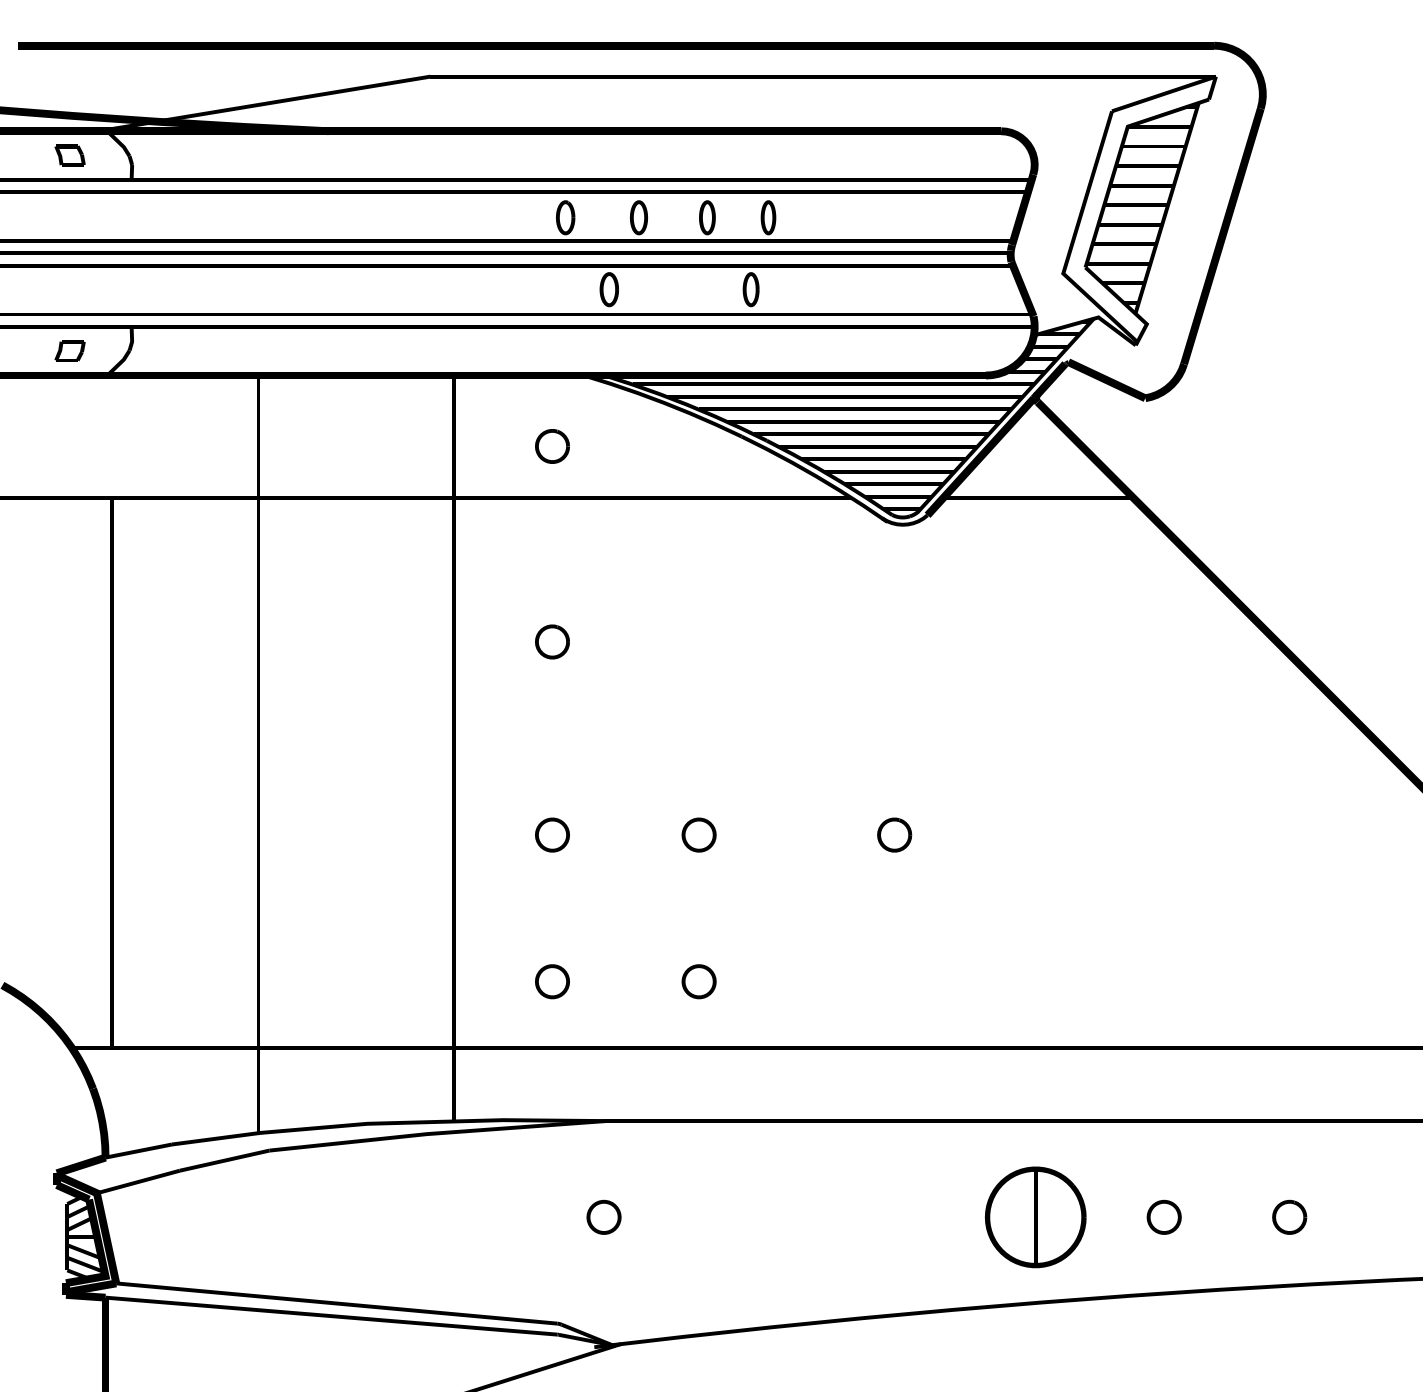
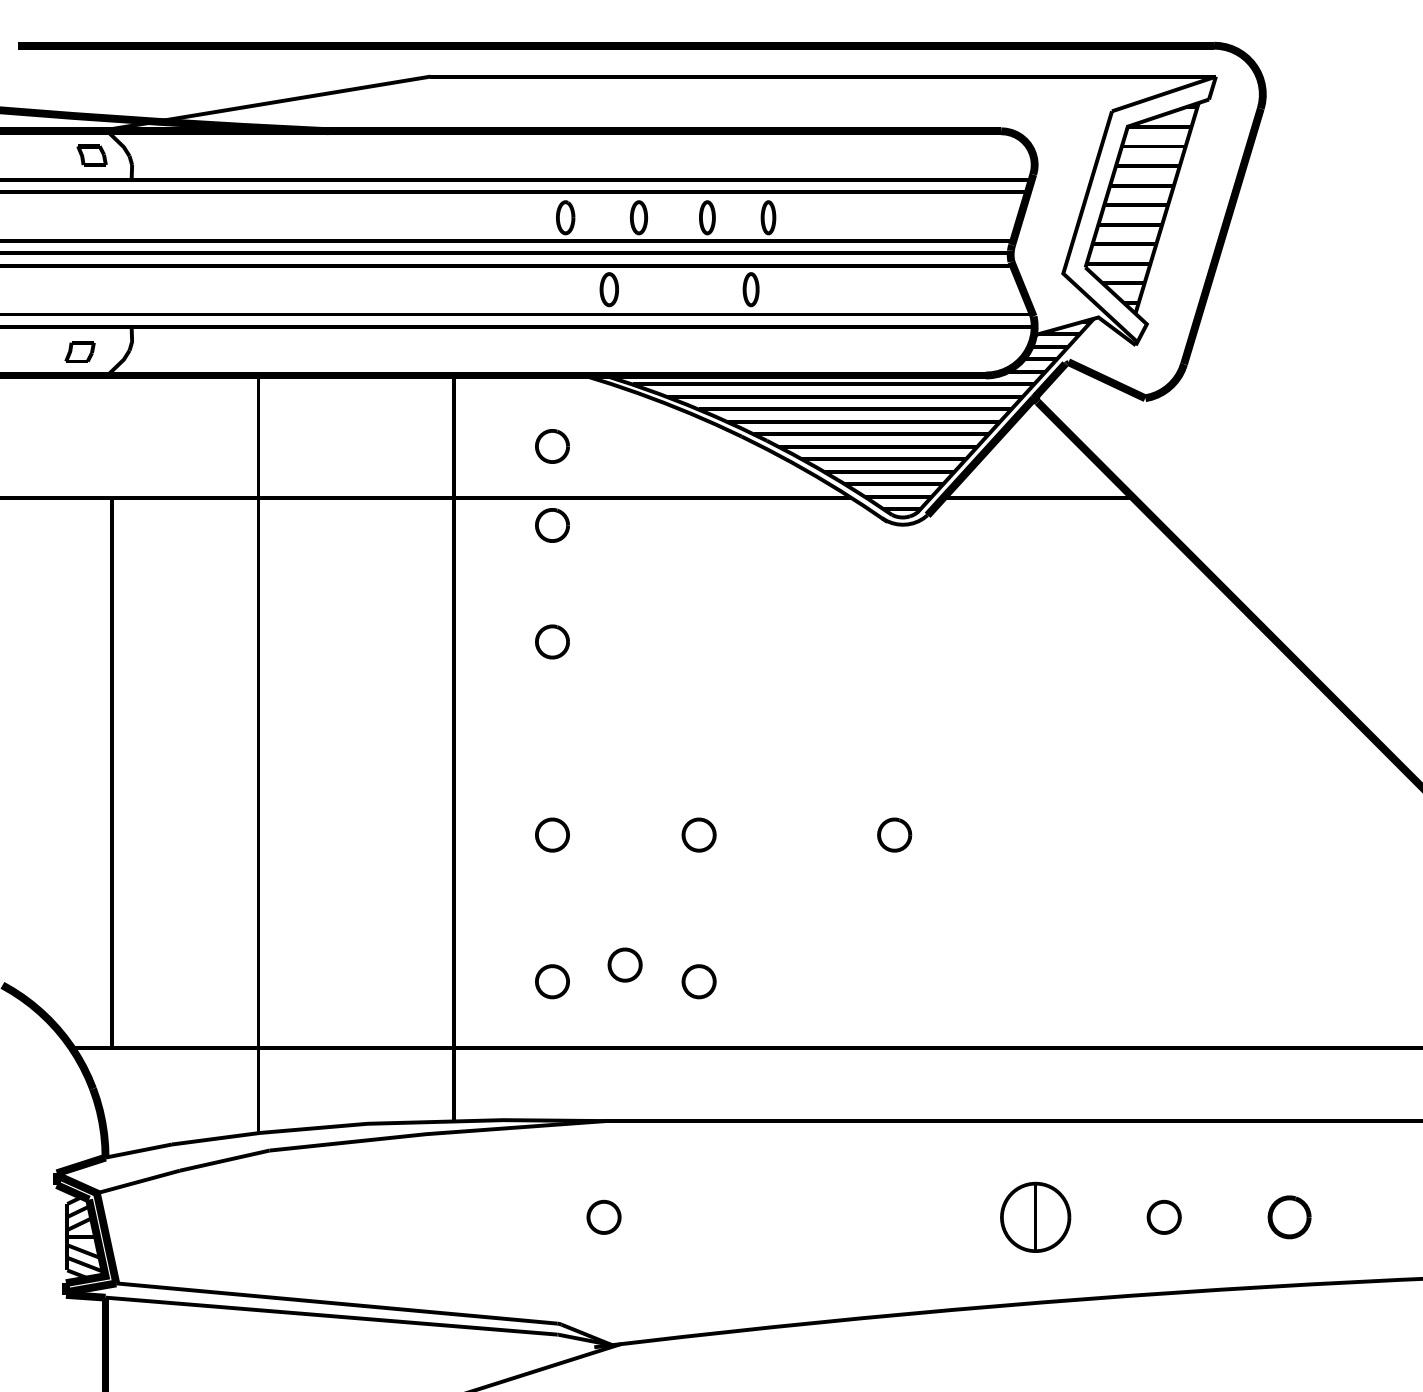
part at (69, 155) position: (69, 155) -> (91, 155)
part at (69, 350) position: (69, 350) -> (79, 351)
part at (552, 525): none -> present
part at (624, 964): none -> present
part at (1035, 1217) size: 103x103 px -> 72x72 px
part at (1289, 1217) size: 36x35 px -> 45x45 px
